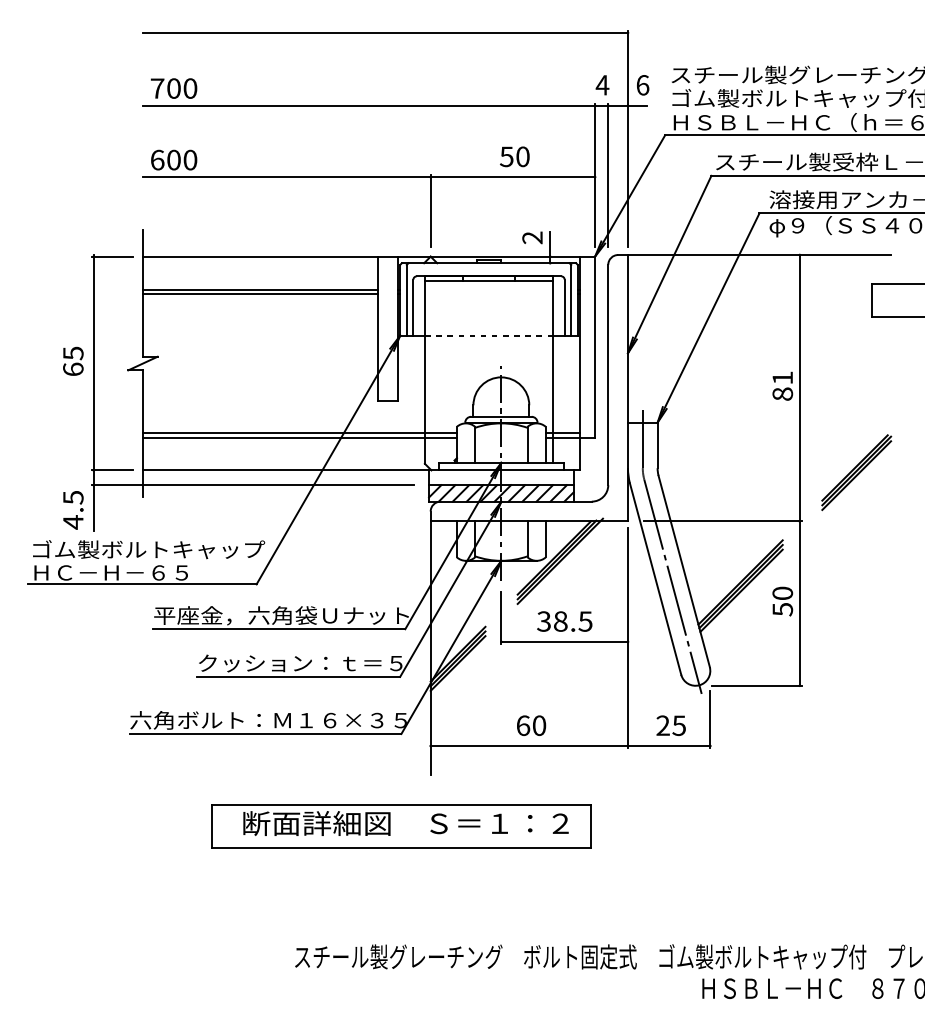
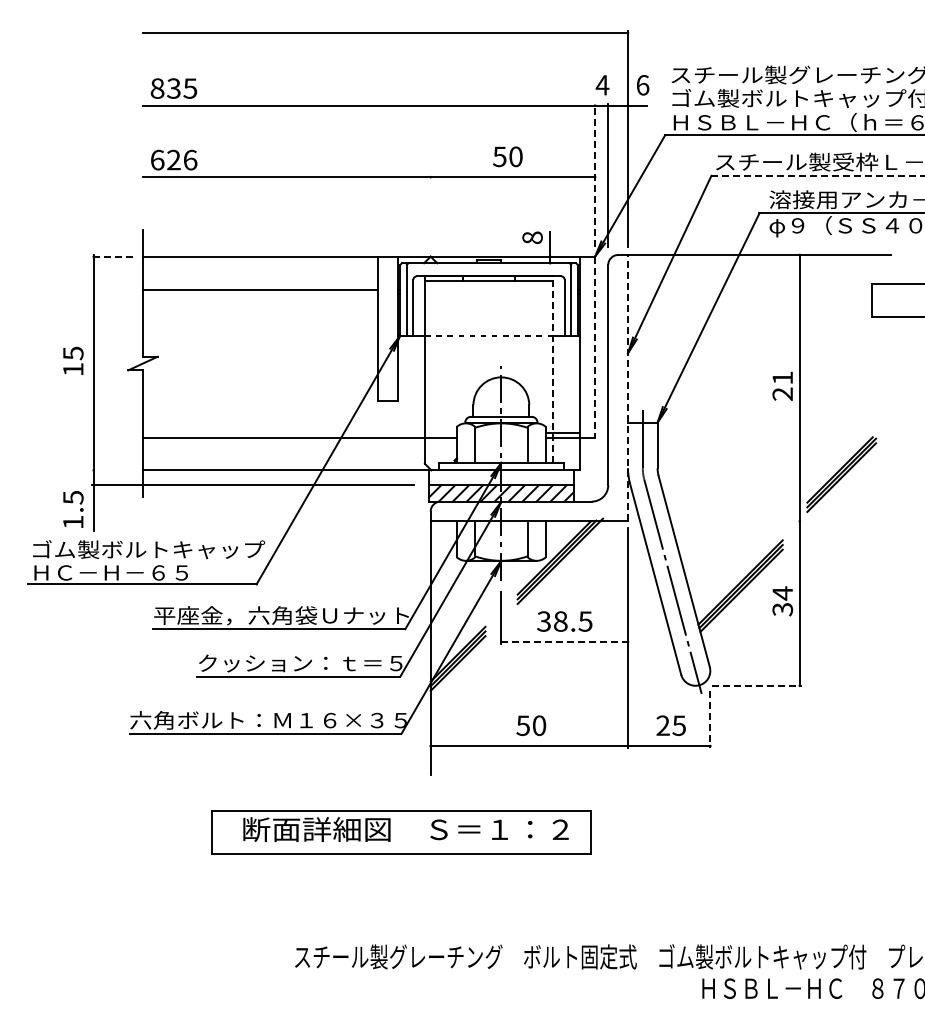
text at (173, 88): 700 -> 835
text at (514, 156) position: (514, 156) -> (507, 156)
text at (182, 159): 600 -> 626
line at (595, 174): solid -> dashed
line at (818, 175): solid -> dashed
line at (430, 210): present -> none
text at (532, 237): 2 -> 8
line at (112, 256): solid -> dashed
line at (260, 294): present -> none
line at (595, 347): solid -> dashed
text at (73, 368): 65 -> 15
line at (553, 369): solid -> dashed
line at (627, 387): solid -> dashed
text at (782, 393): 81 -> 21
line at (299, 432): present -> none
line at (112, 470): present -> none
part at (856, 472) position: (856, 472) -> (841, 474)
line at (722, 521): present -> none
text at (73, 522): 4.5 -> 1.5
text at (782, 600): 50 -> 34
line at (565, 641): solid -> dashed
line at (756, 685): solid -> dashed
line at (710, 720): solid -> dashed
text at (523, 725): 60 -> 50
part at (401, 826) position: (401, 826) -> (401, 832)
